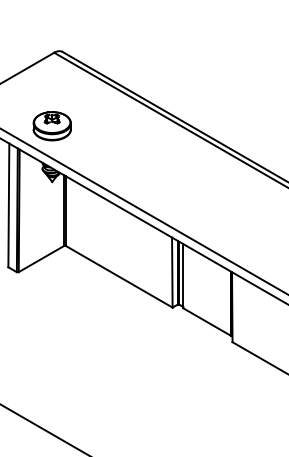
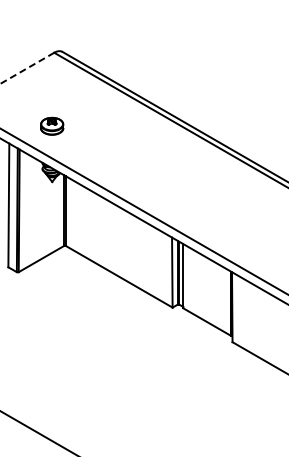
line at (26, 68): solid -> dashed
part at (51, 126) size: 40x31 px -> 25x20 px
line at (43, 429) position: (43, 429) -> (38, 432)
